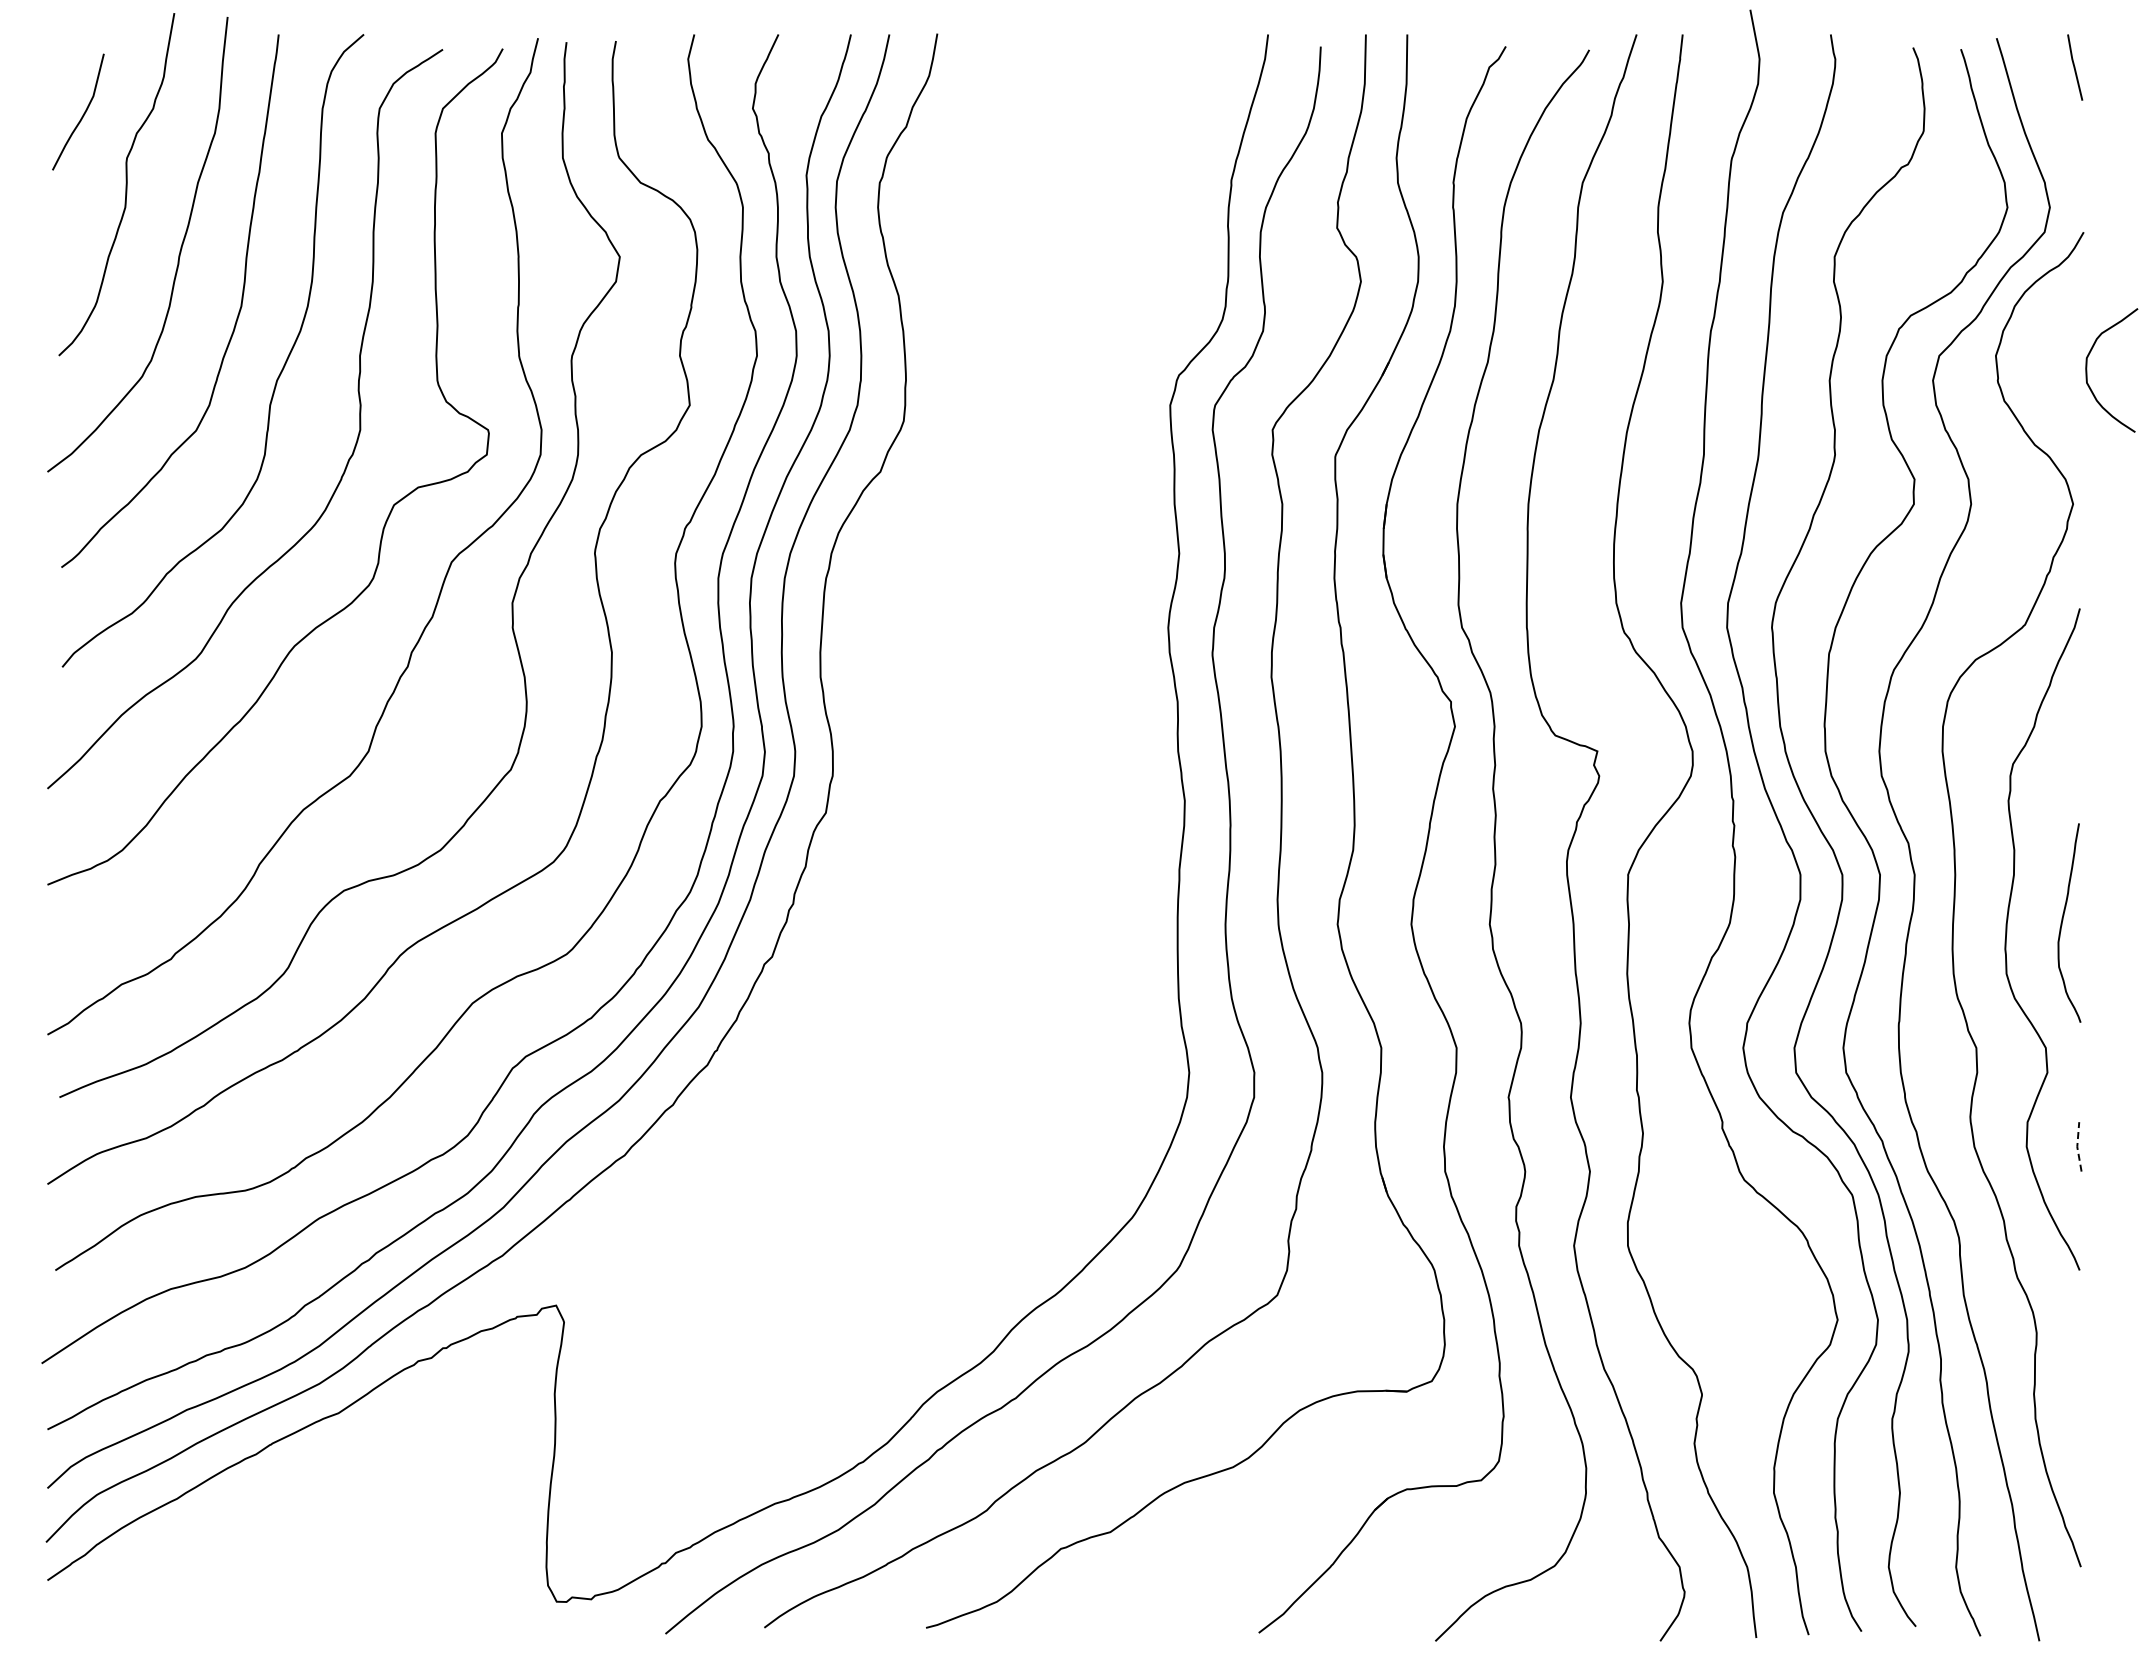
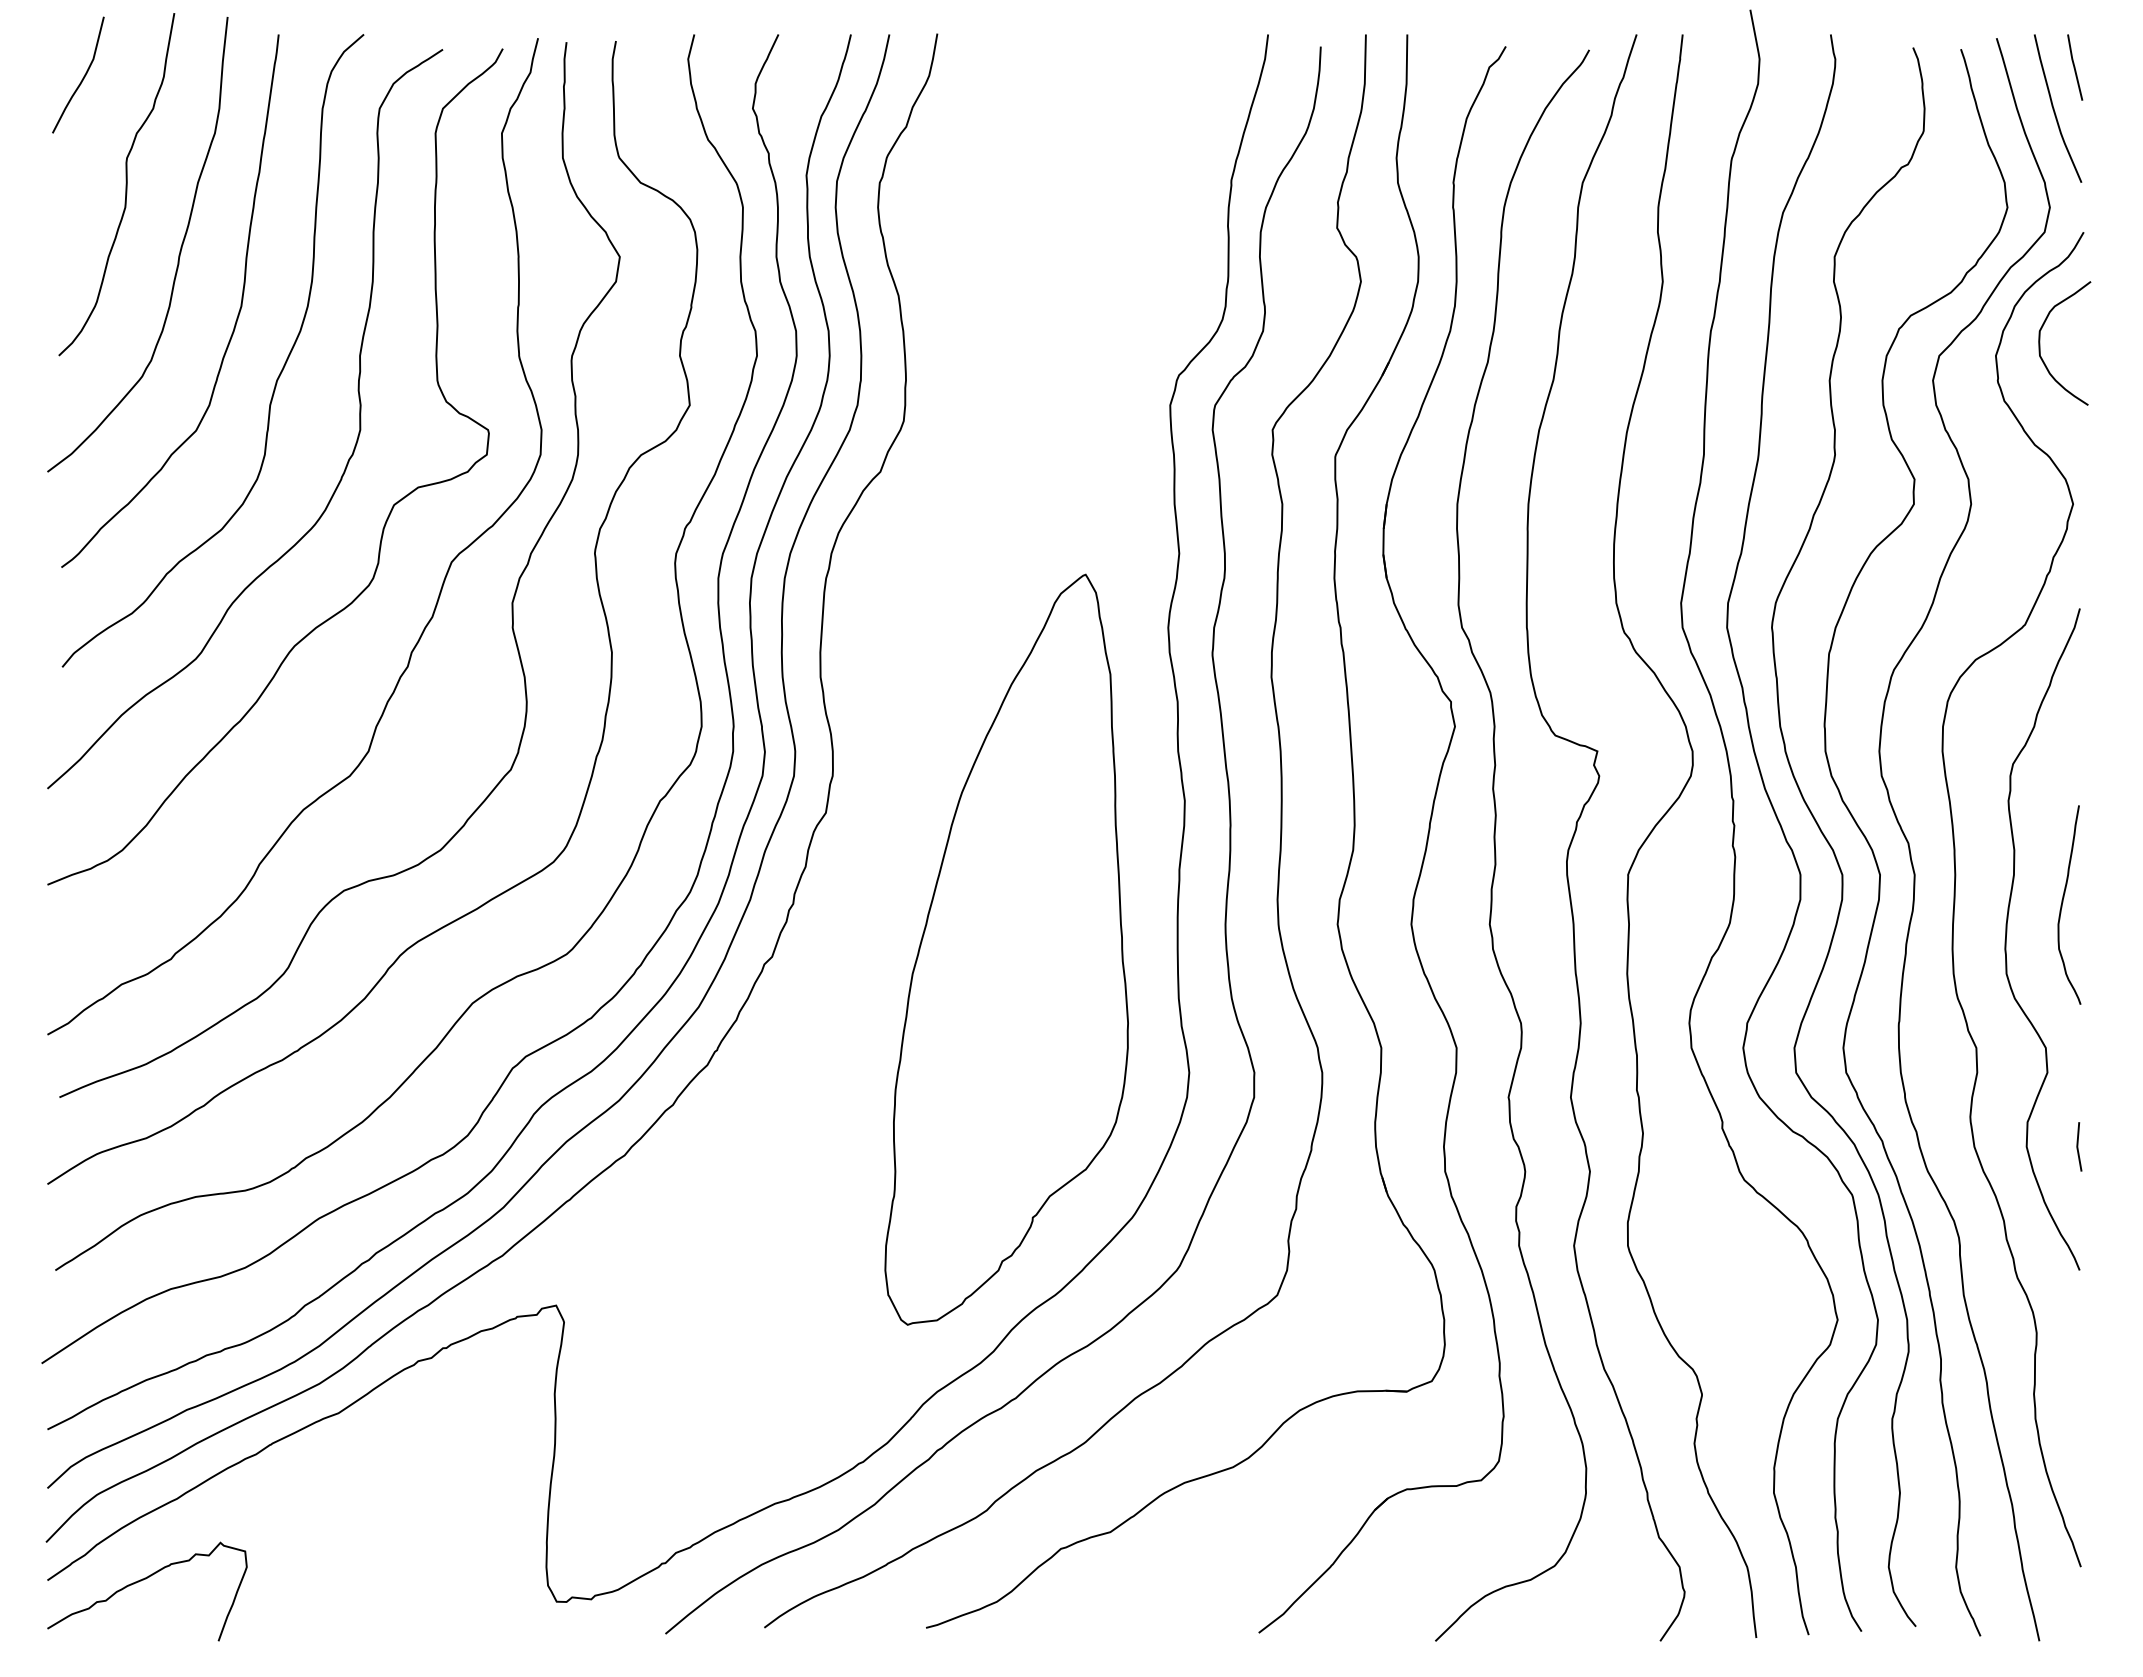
curve at (2054, 108): none -> present
curve at (83, 113) position: (83, 113) -> (83, 76)
curve at (2087, 370) position: (2087, 370) -> (2040, 343)
curve at (2063, 920) position: (2063, 920) -> (2063, 902)
part at (1006, 949): none -> present
line at (2077, 1146): dashed -> solid
curve at (141, 1581): none -> present
